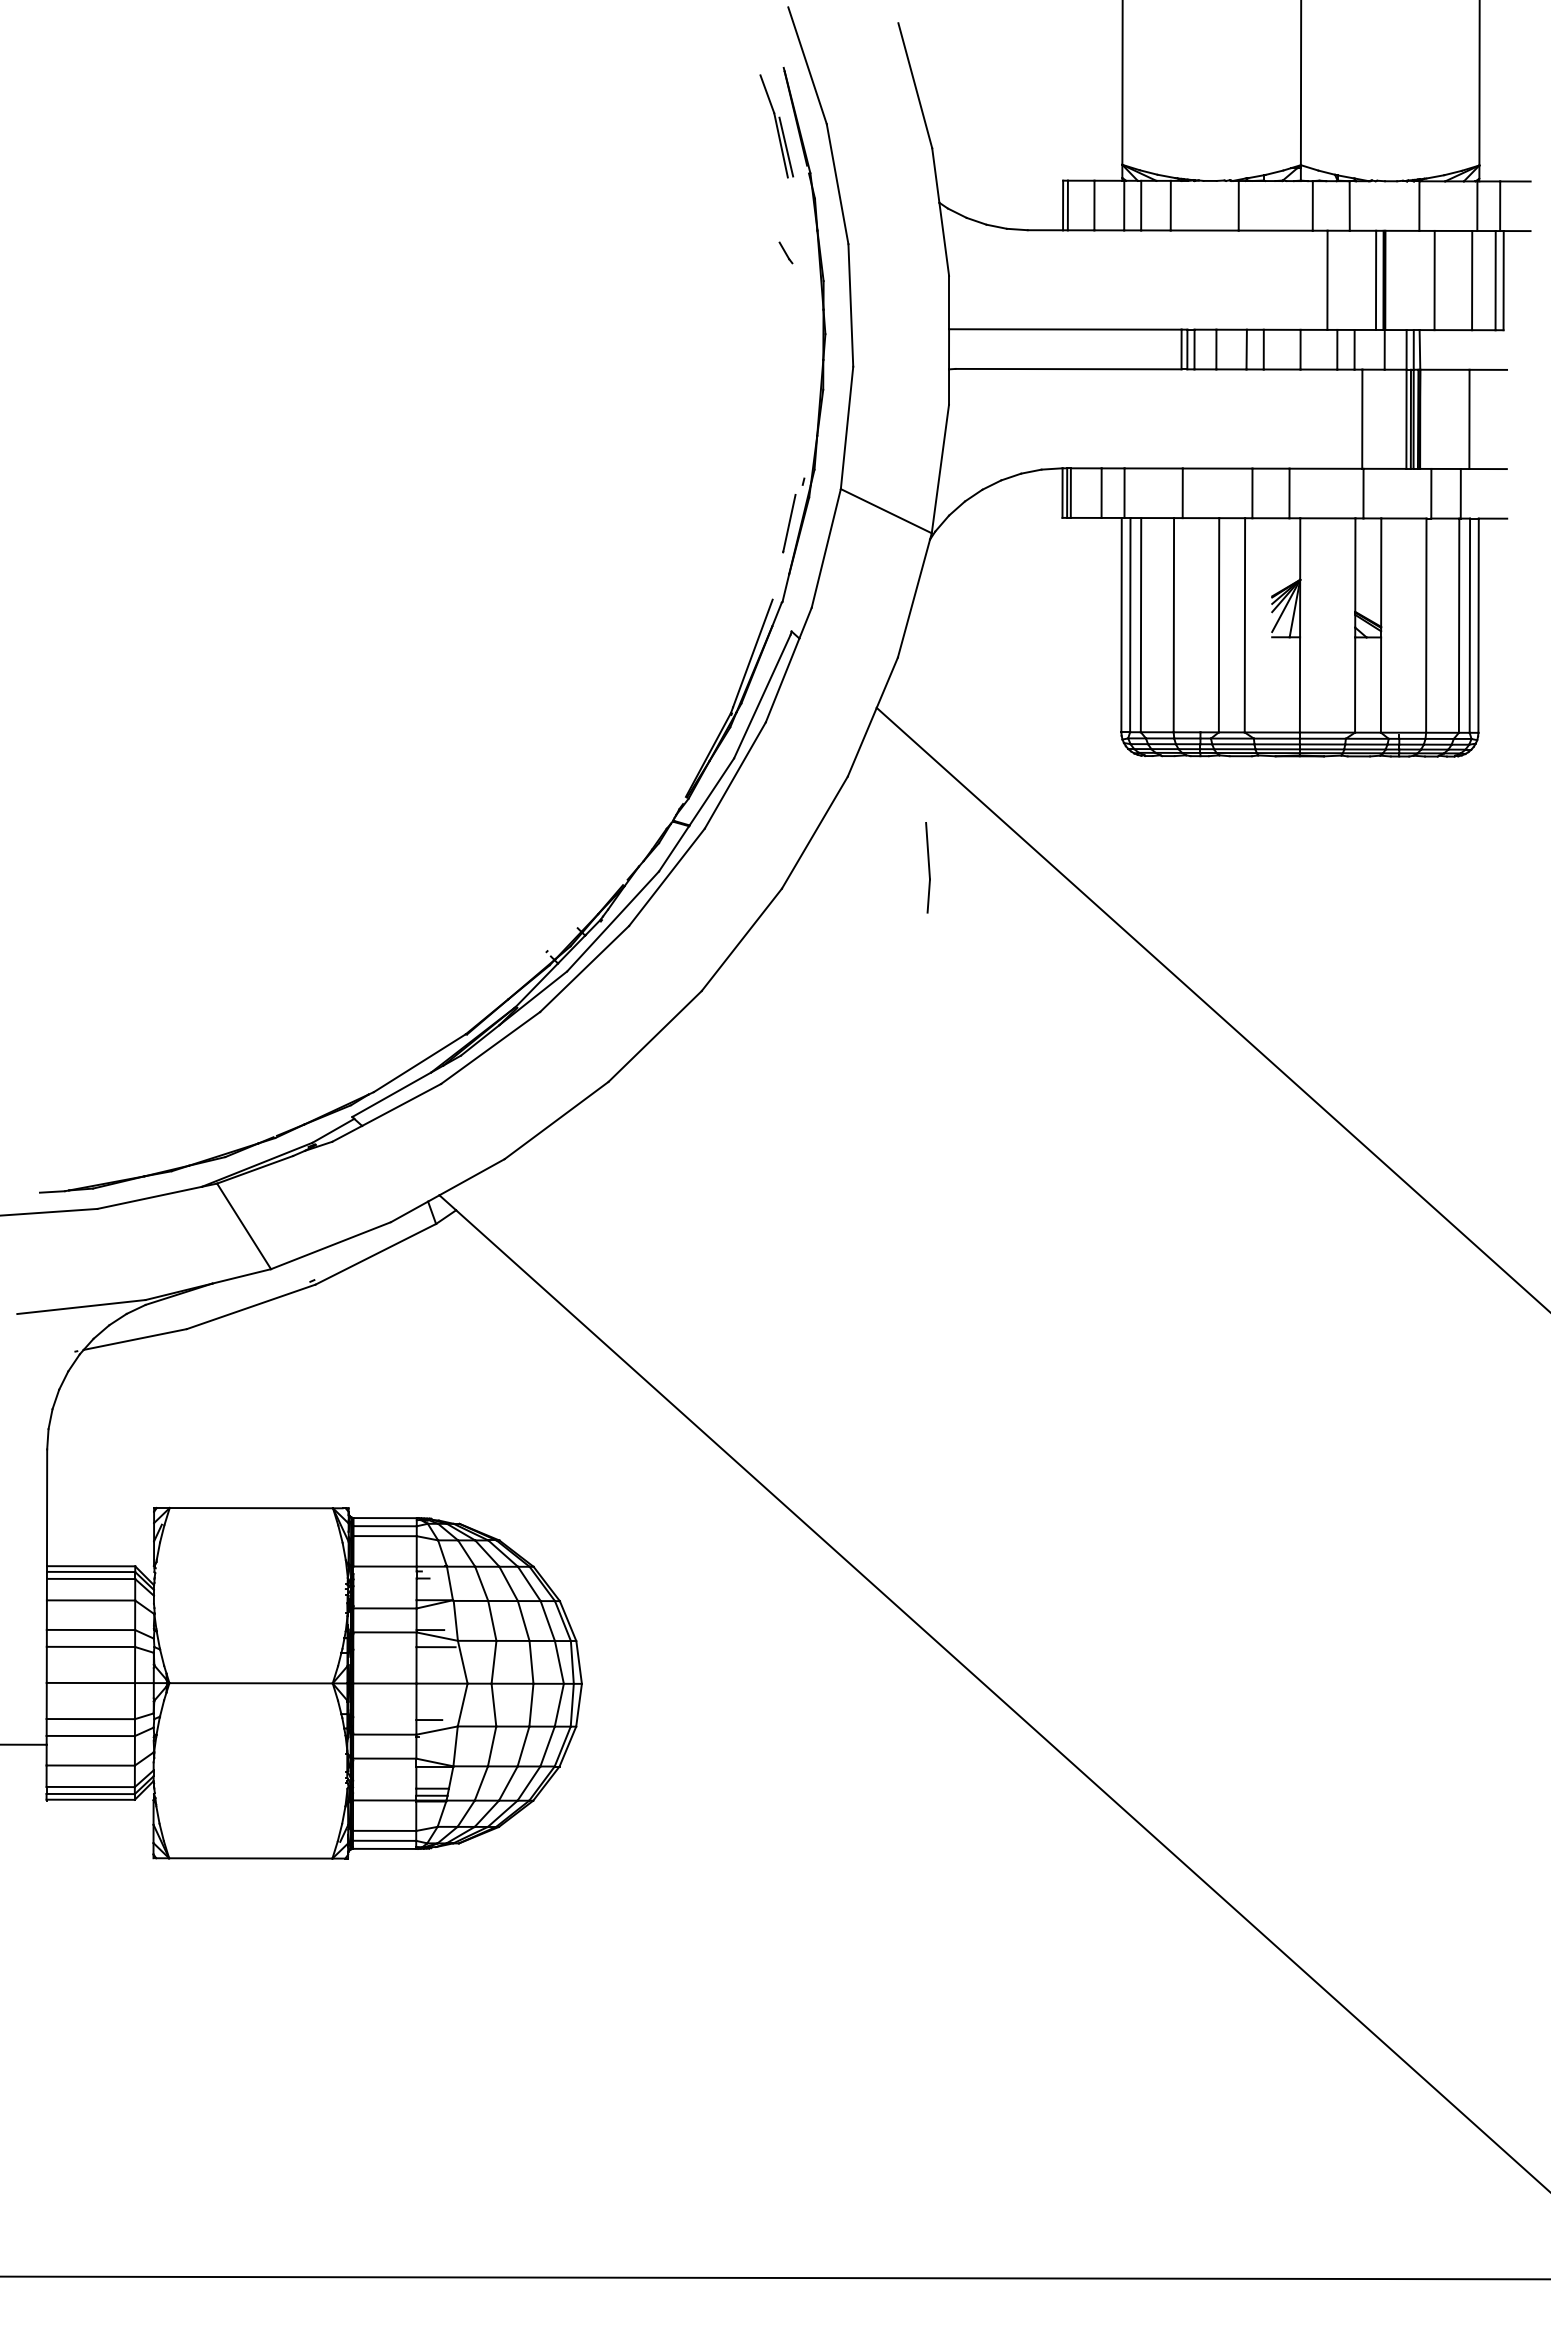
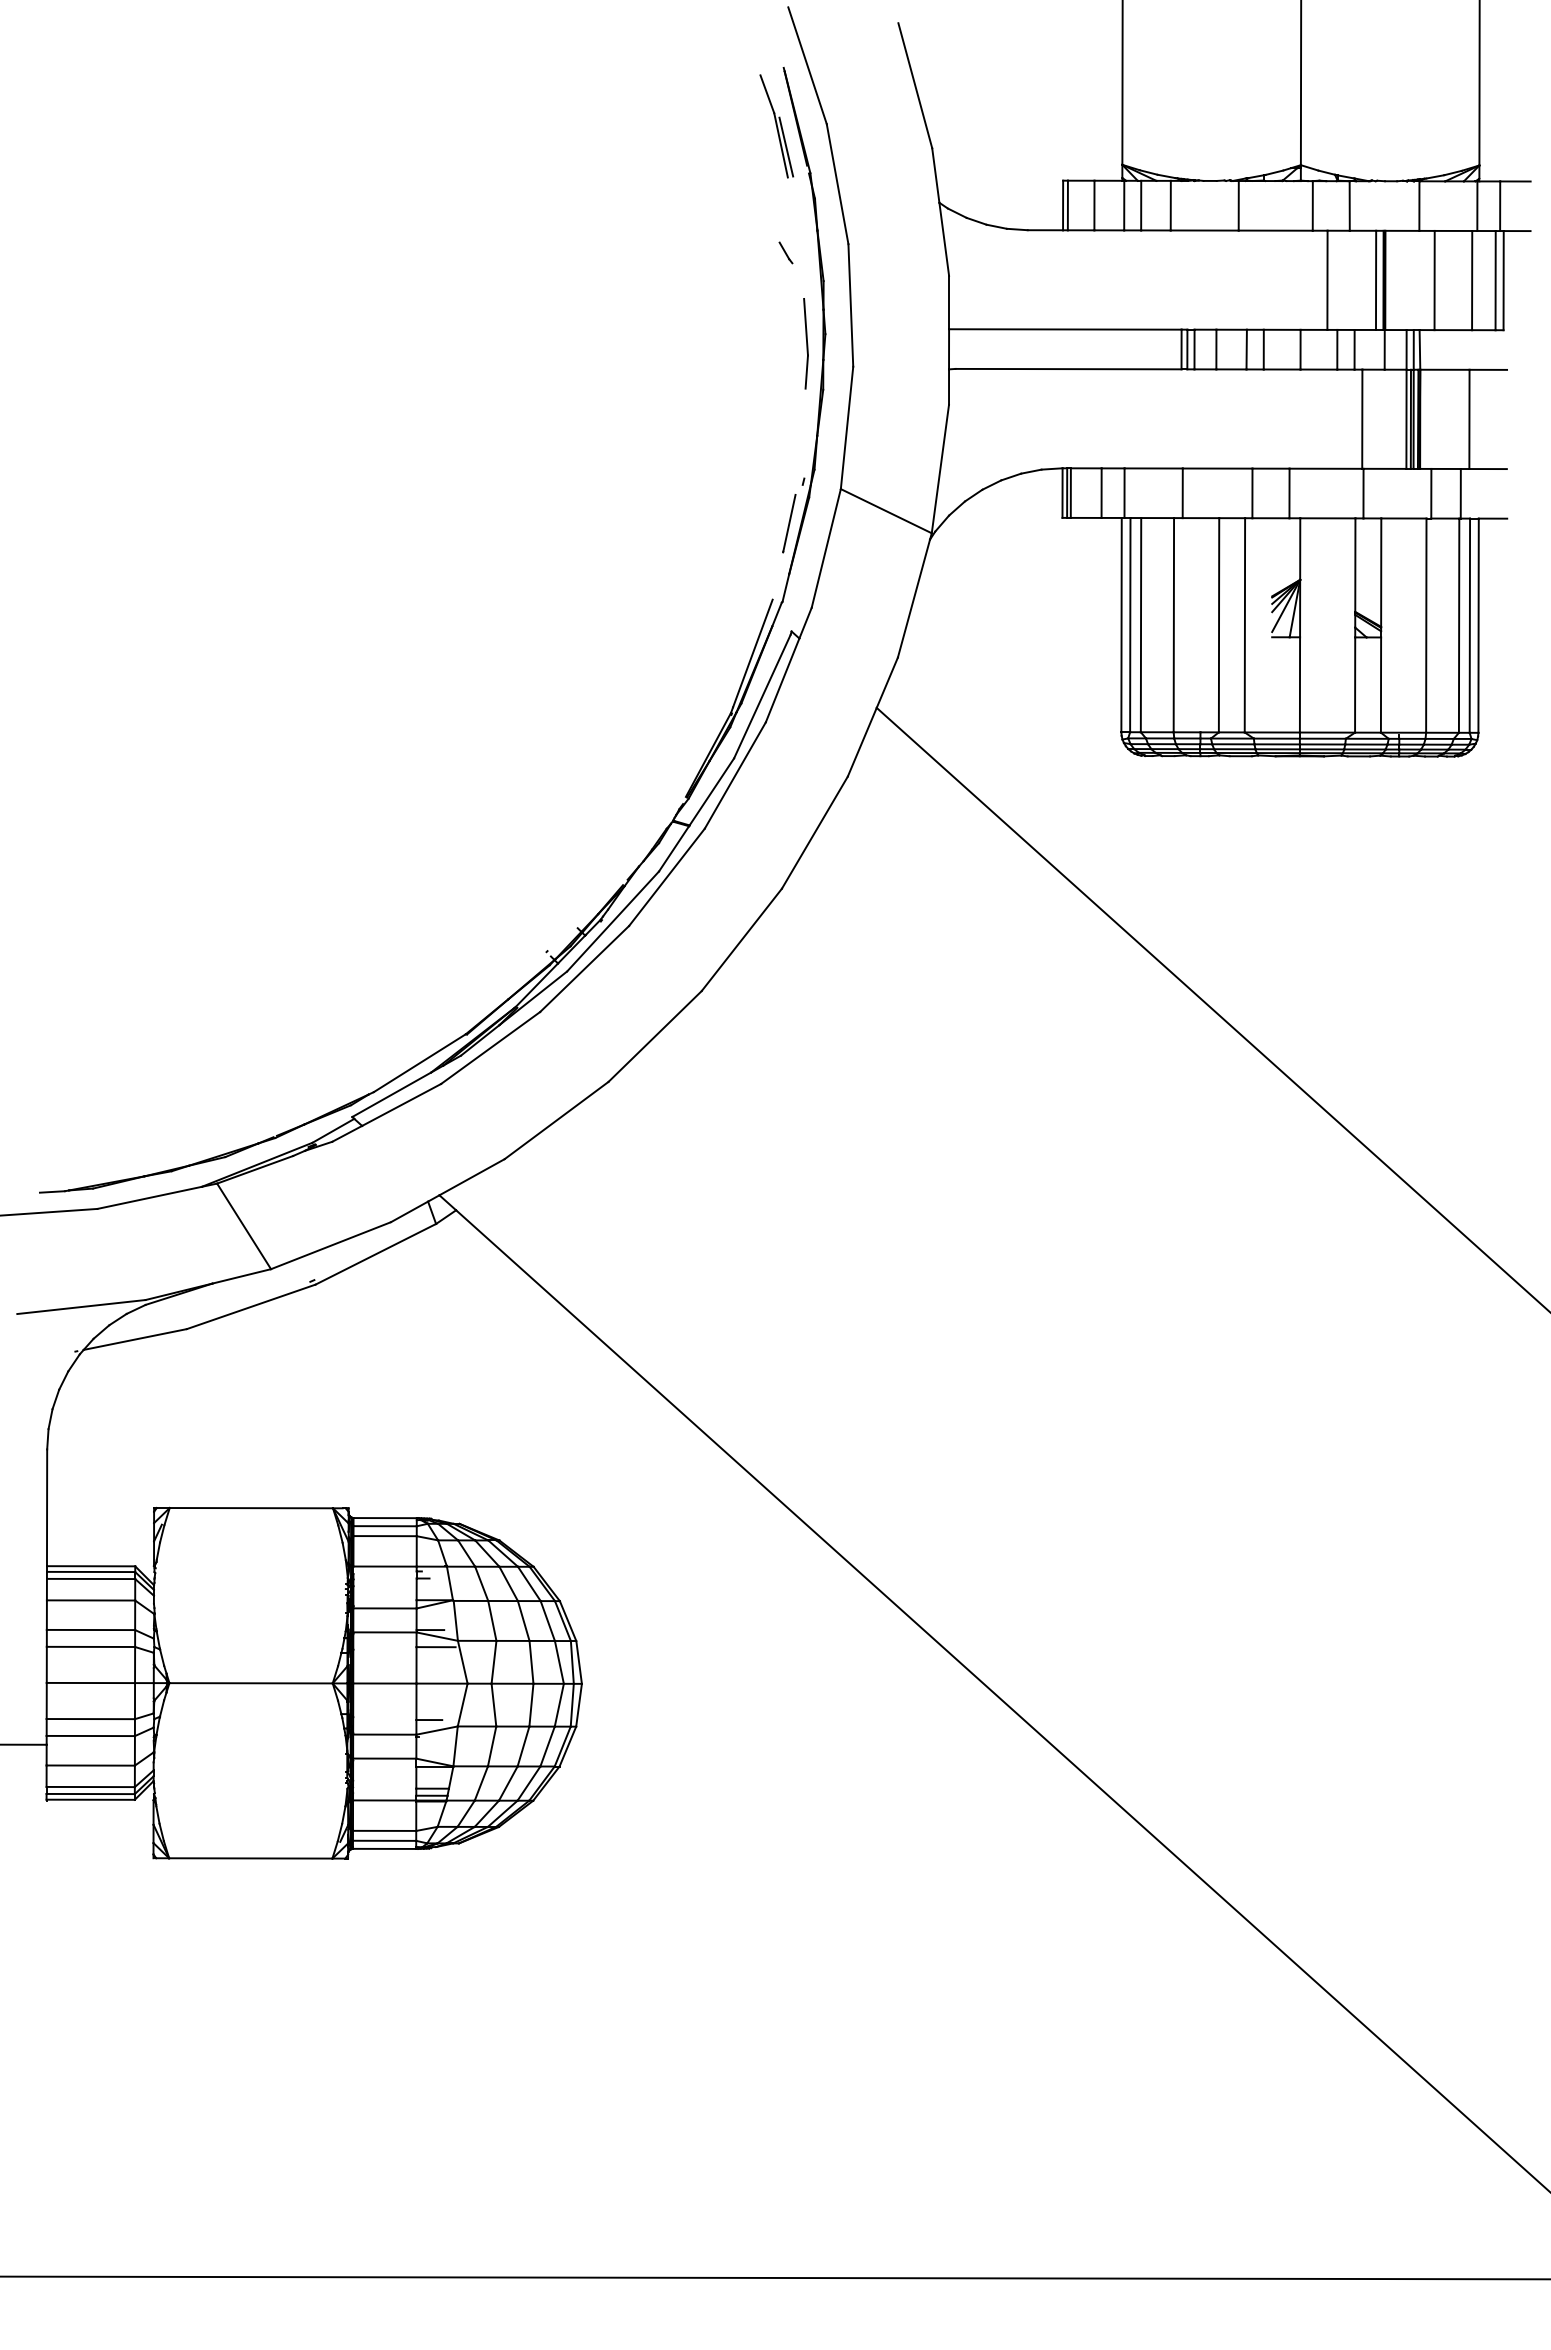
part at (927, 867) position: (927, 867) -> (805, 343)
